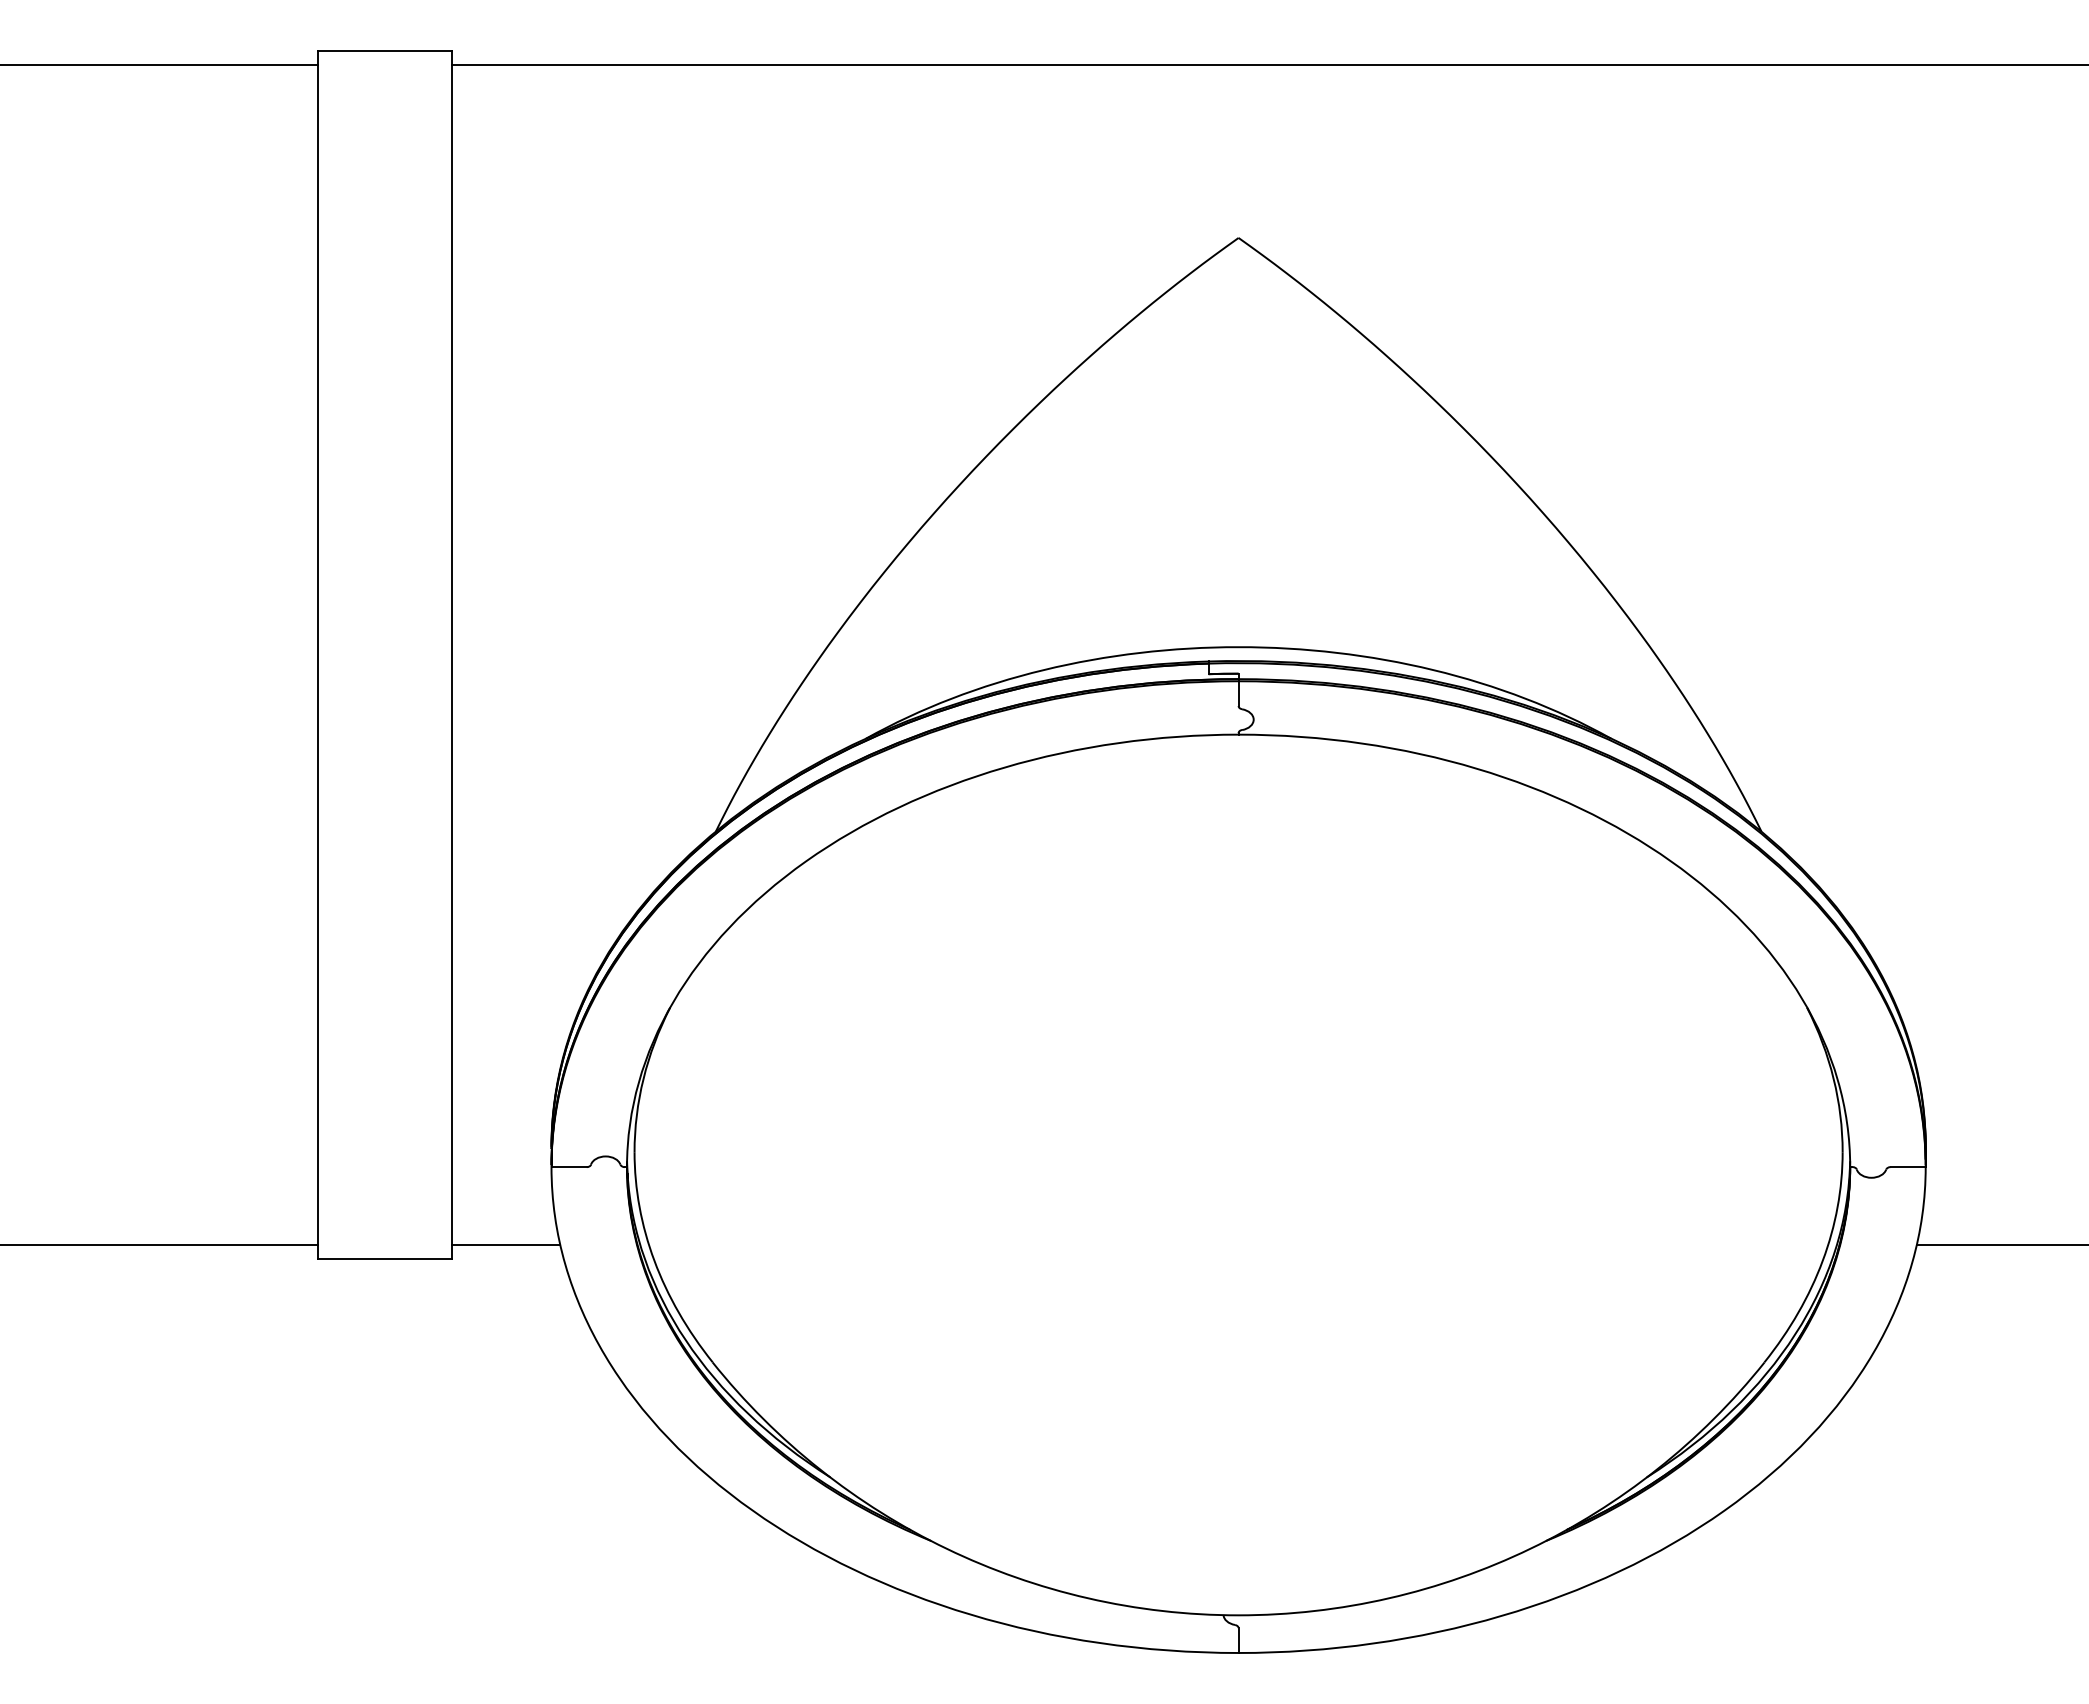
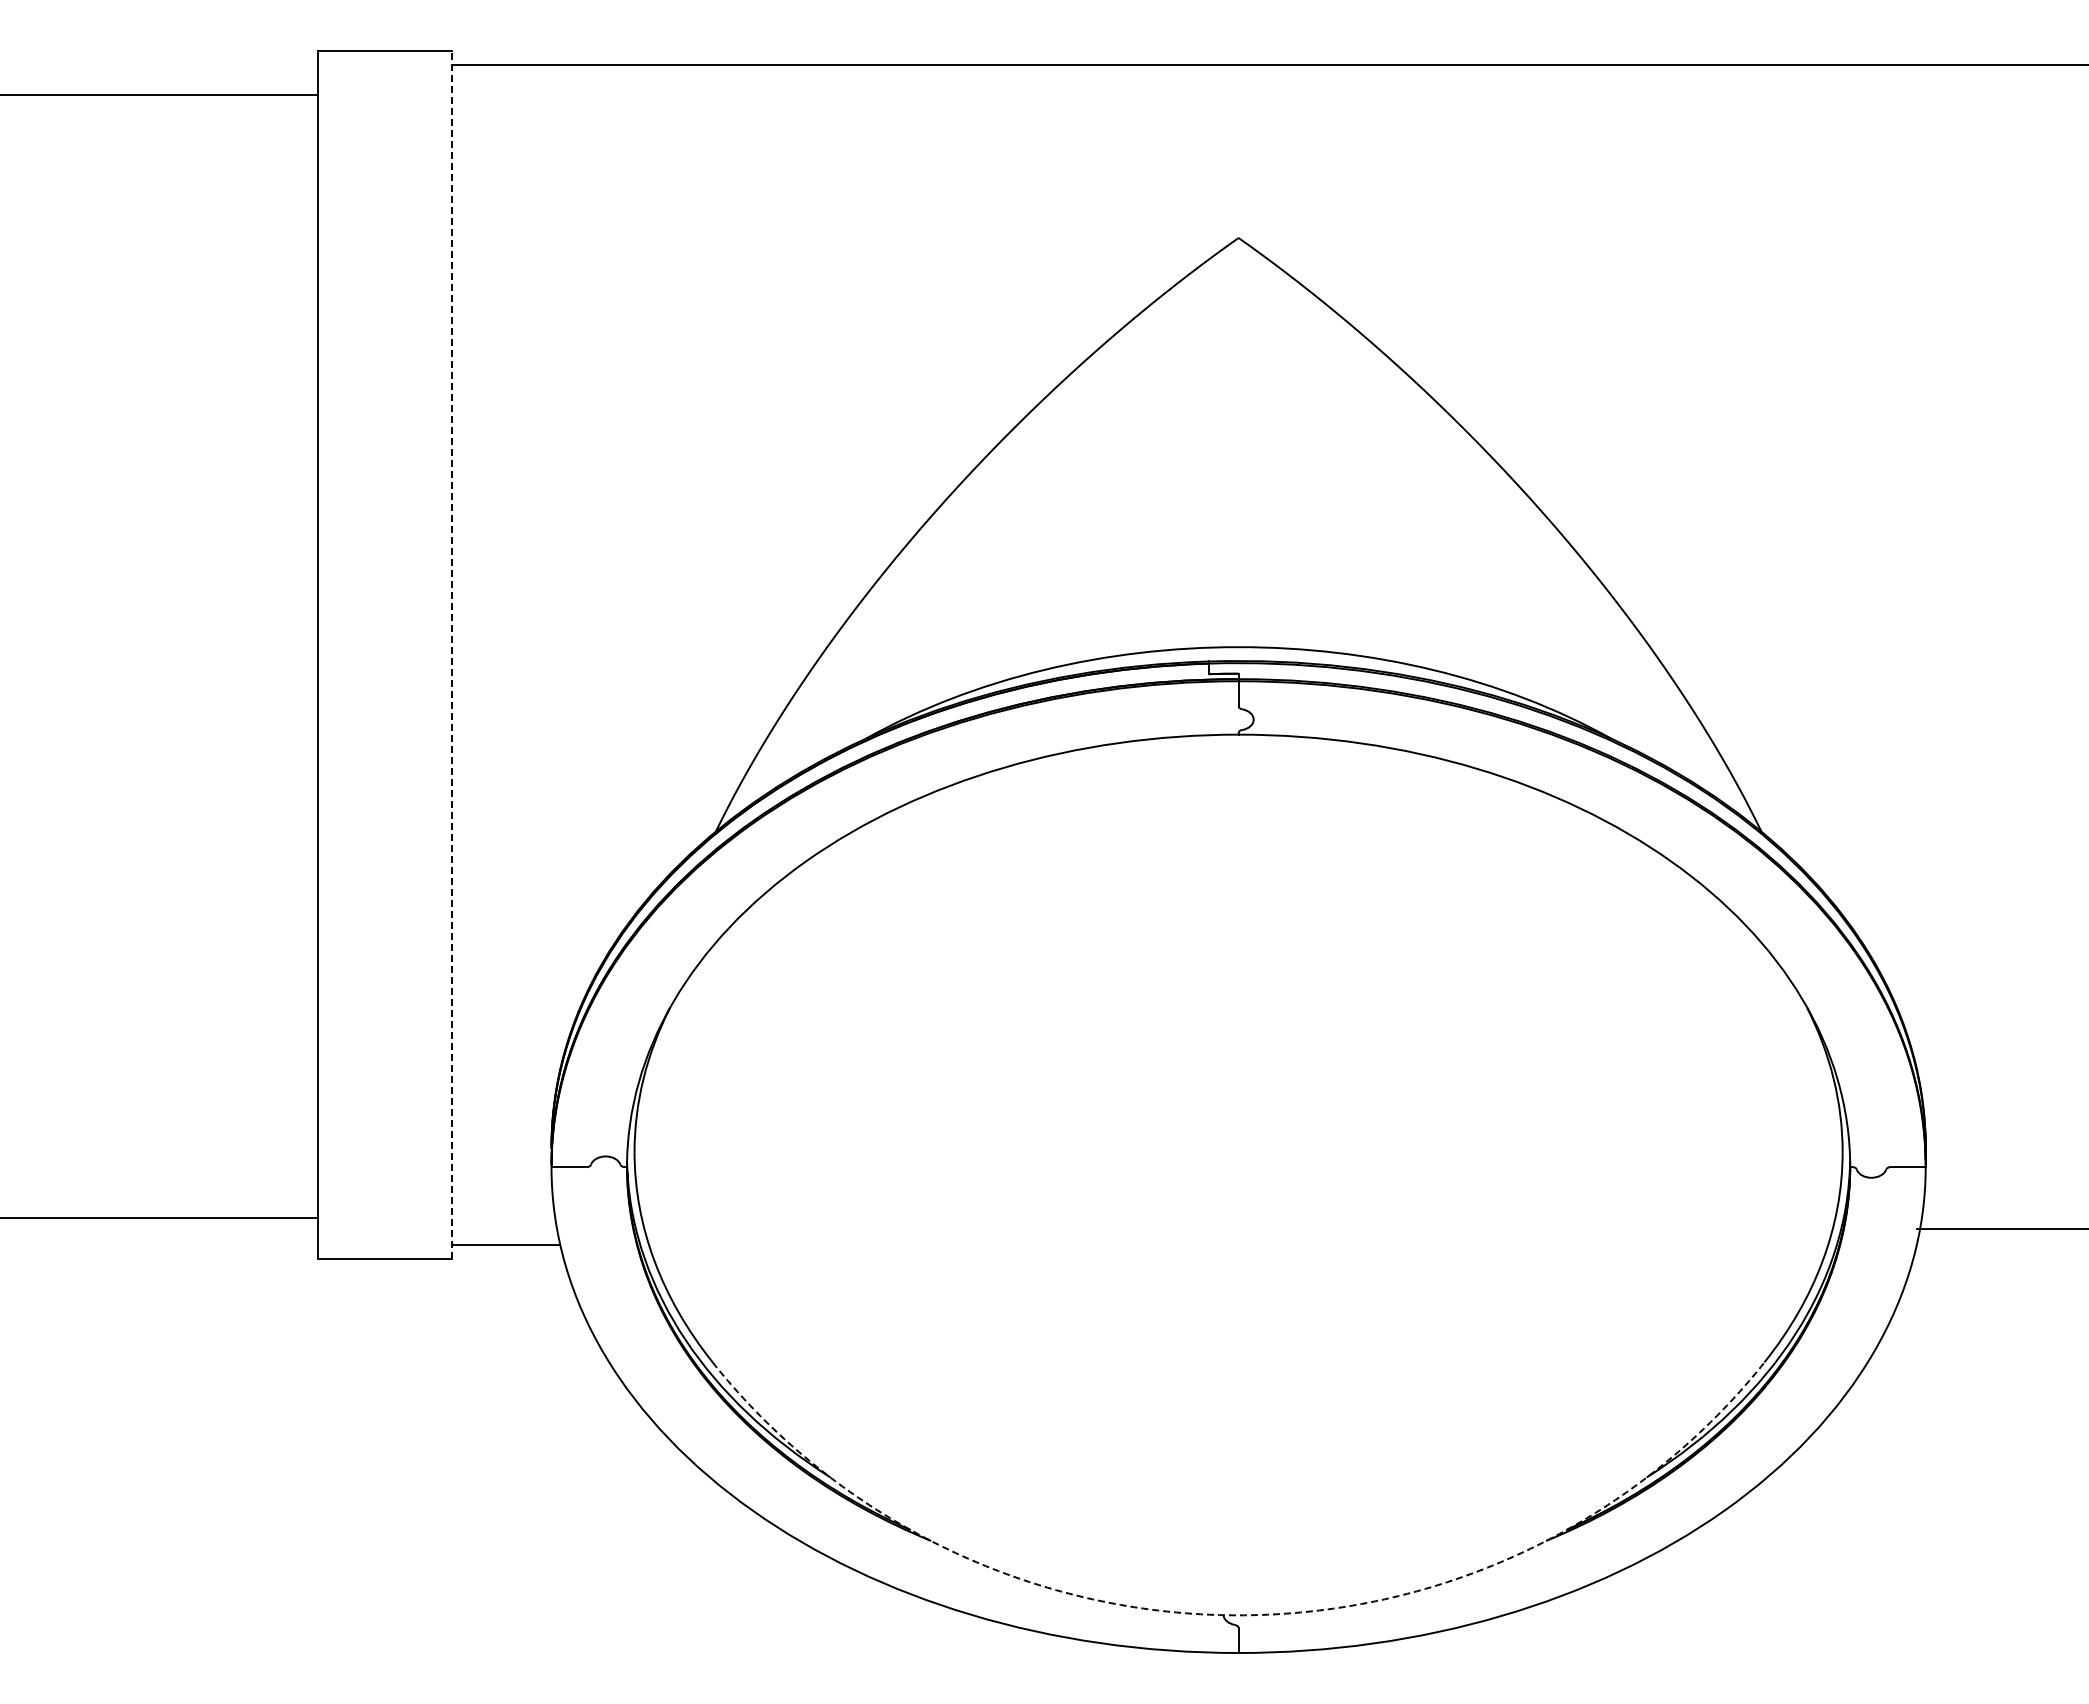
line at (160, 65) position: (160, 65) -> (160, 95)
line at (452, 654): solid -> dashed
line at (160, 1244) position: (160, 1244) -> (160, 1217)
line at (2000, 1244) position: (2000, 1244) -> (2000, 1228)
arc at (1238, 1615): solid -> dashed
